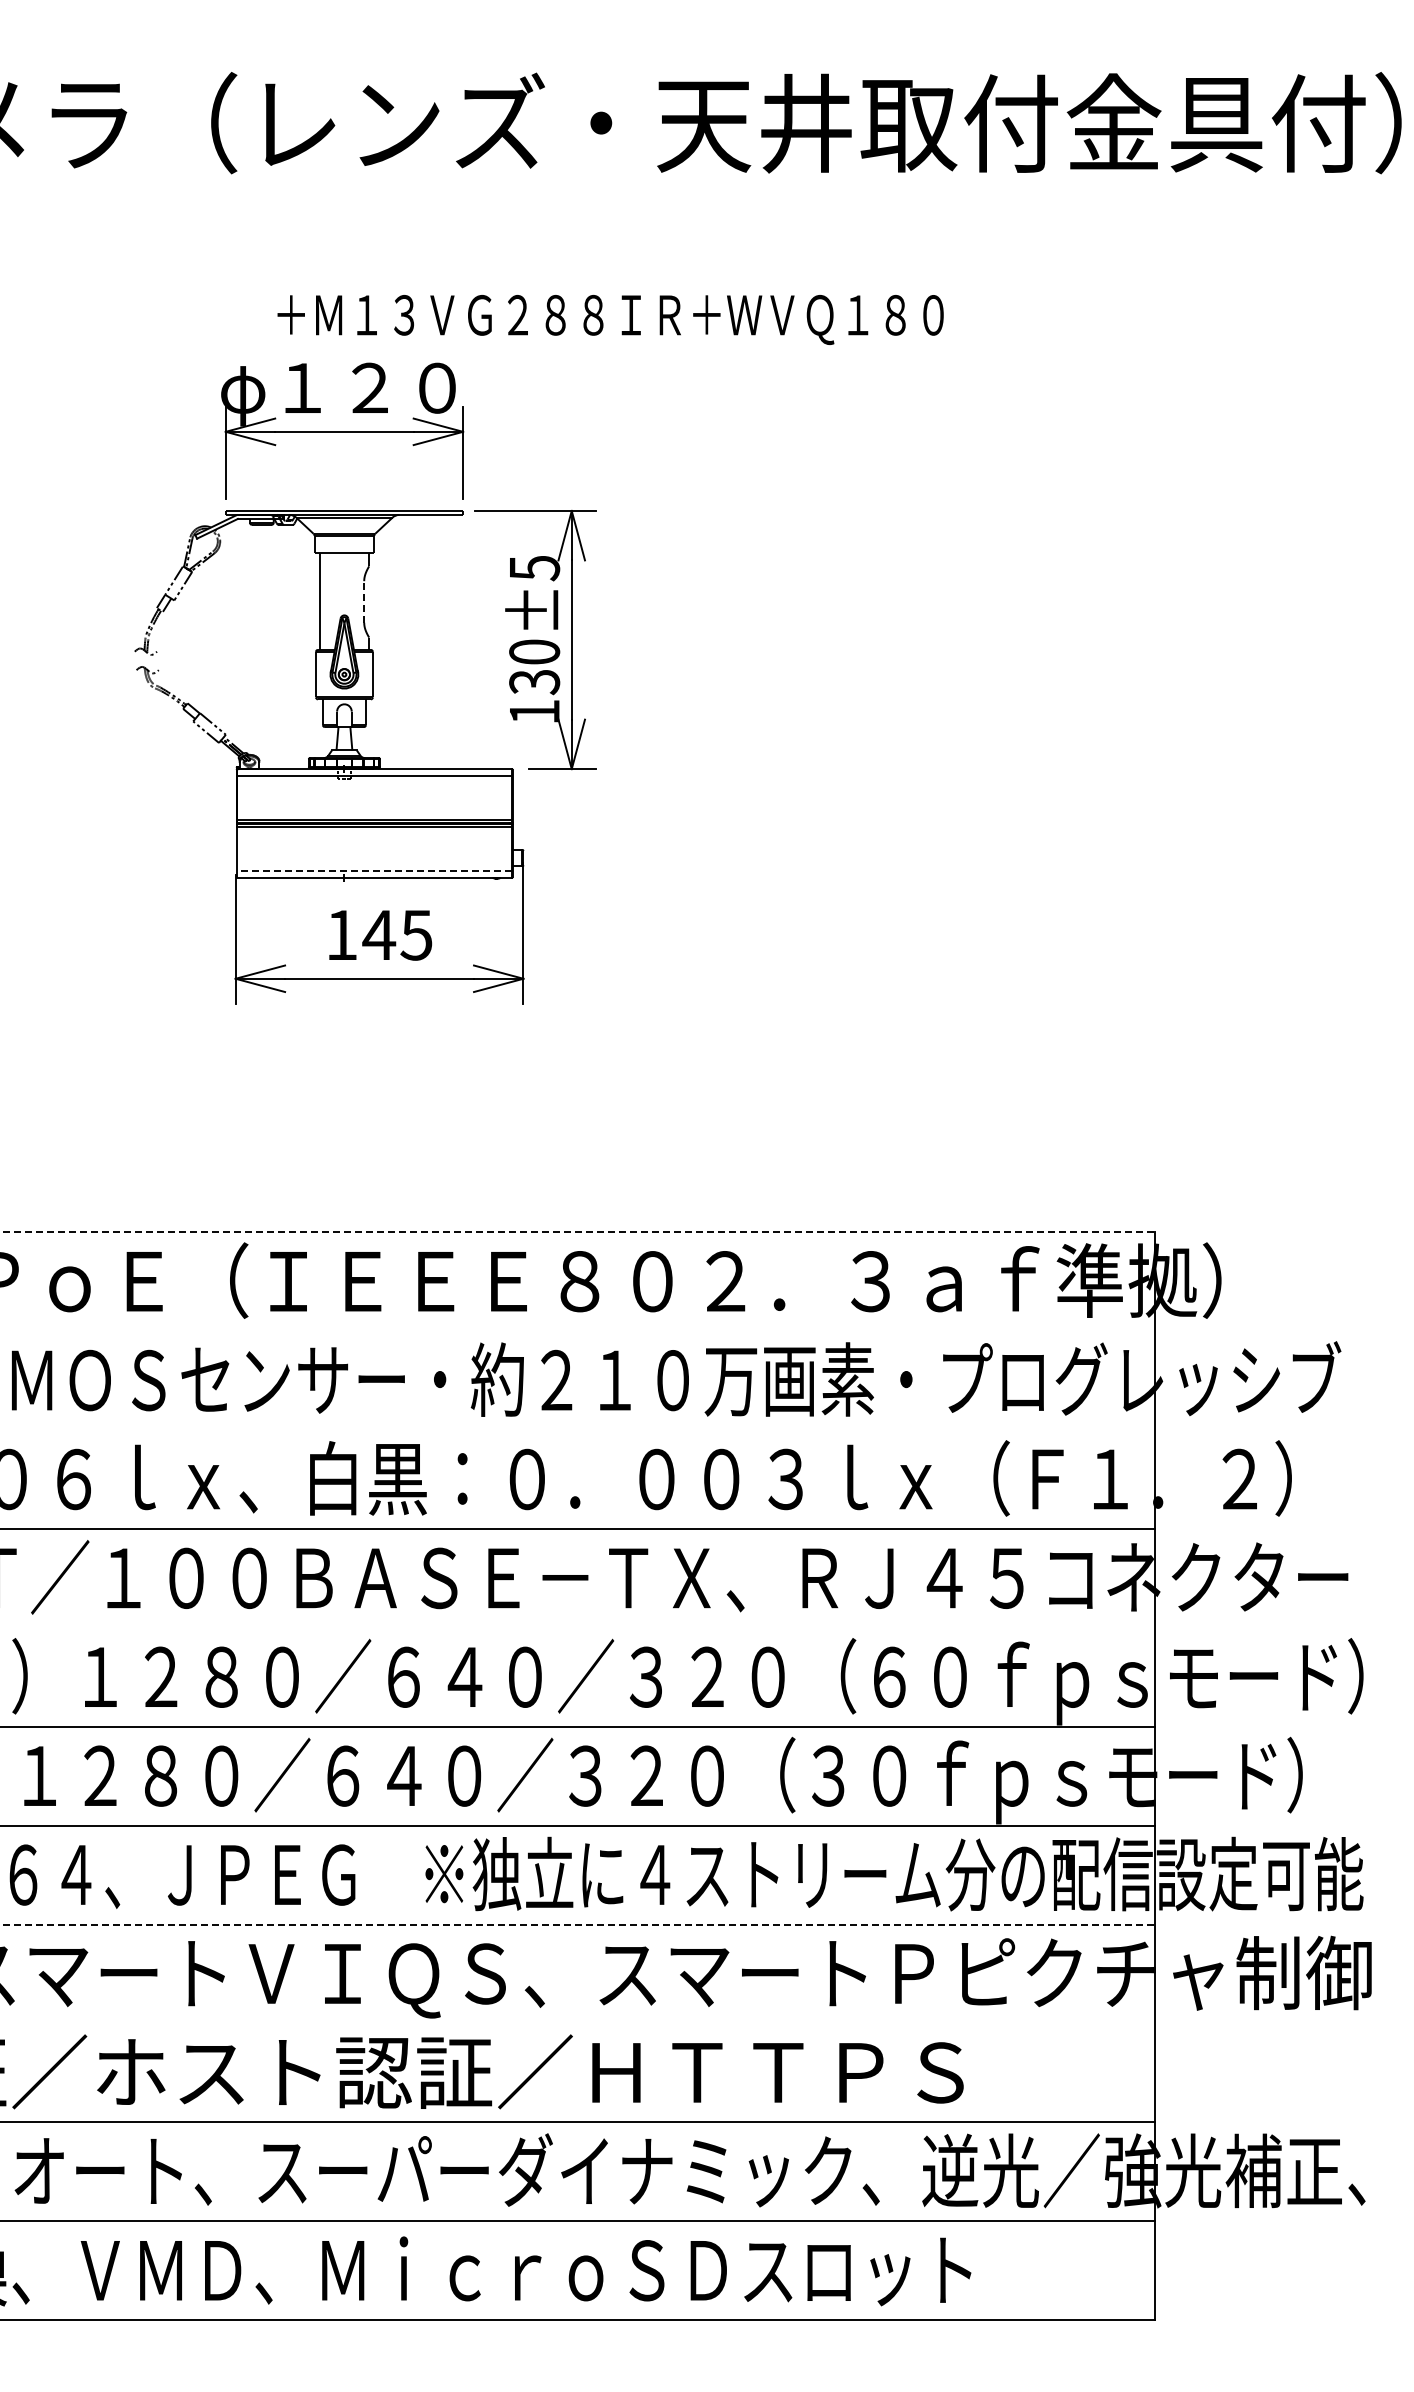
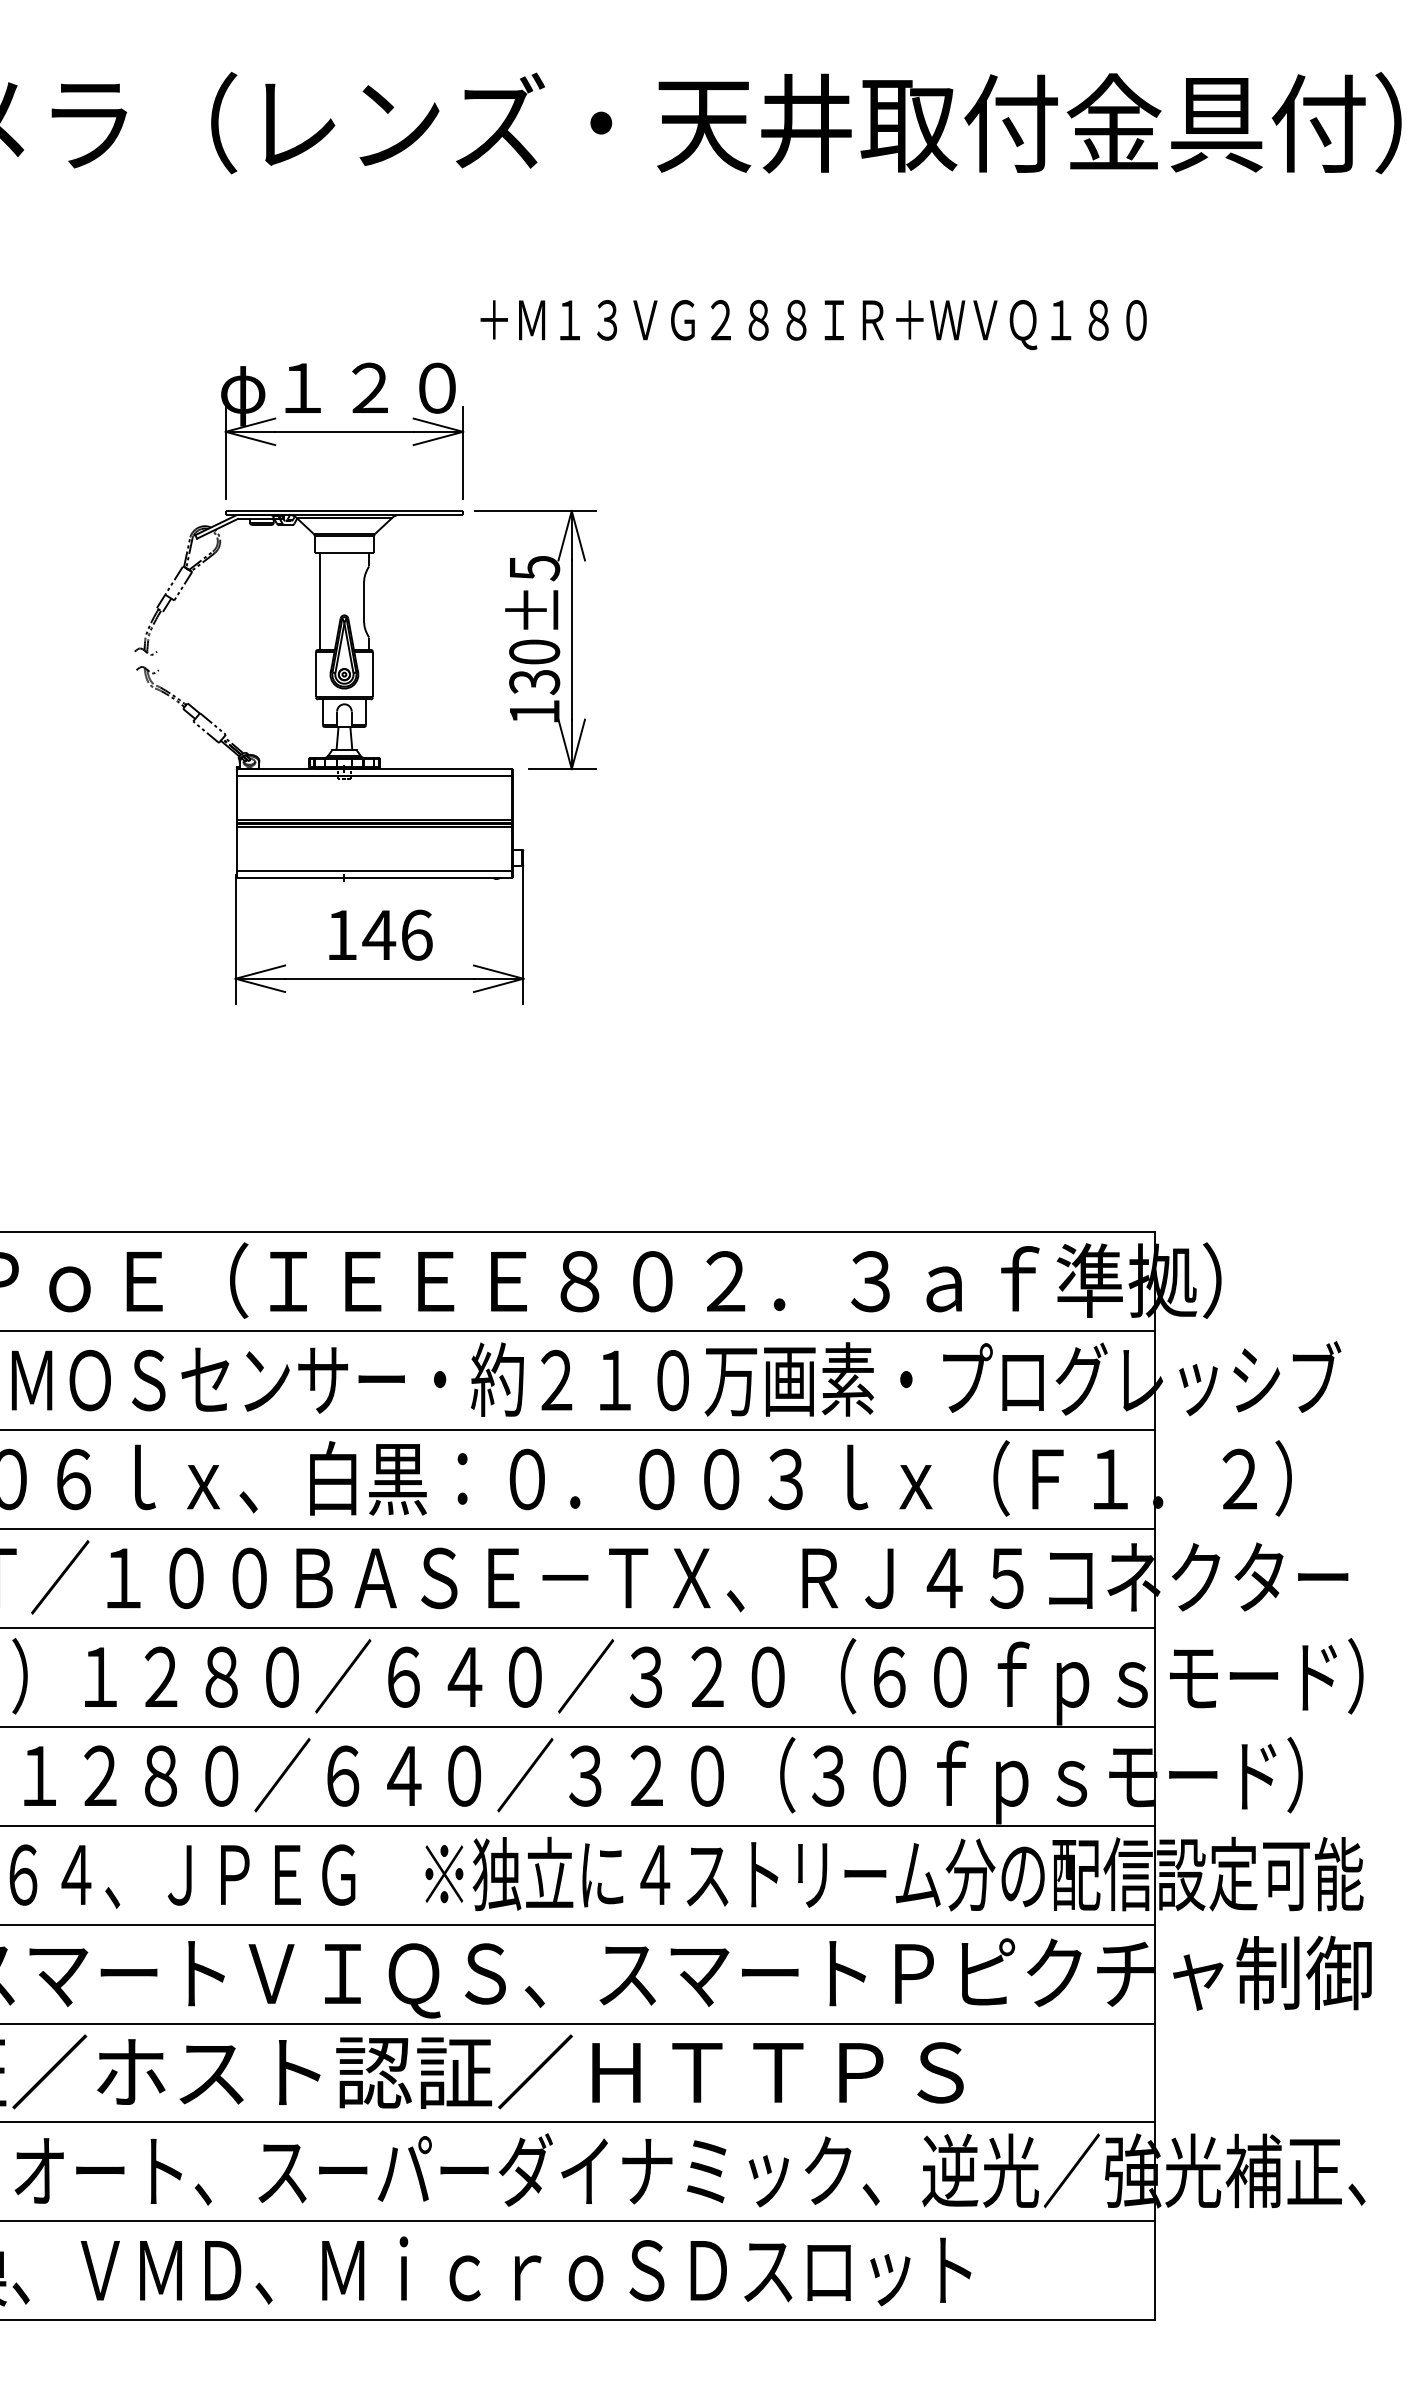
text at (610, 319) position: (610, 319) -> (813, 324)
line at (364, 601): dashed -> solid
line at (374, 870): dashed -> solid
text at (416, 934): 145 -> 146
line at (578, 1232): dashed -> solid
line at (578, 1331): none -> present
line at (578, 1430): none -> present
line at (578, 1627): none -> present
line at (578, 1924): dashed -> solid
line at (578, 2023): none -> present
